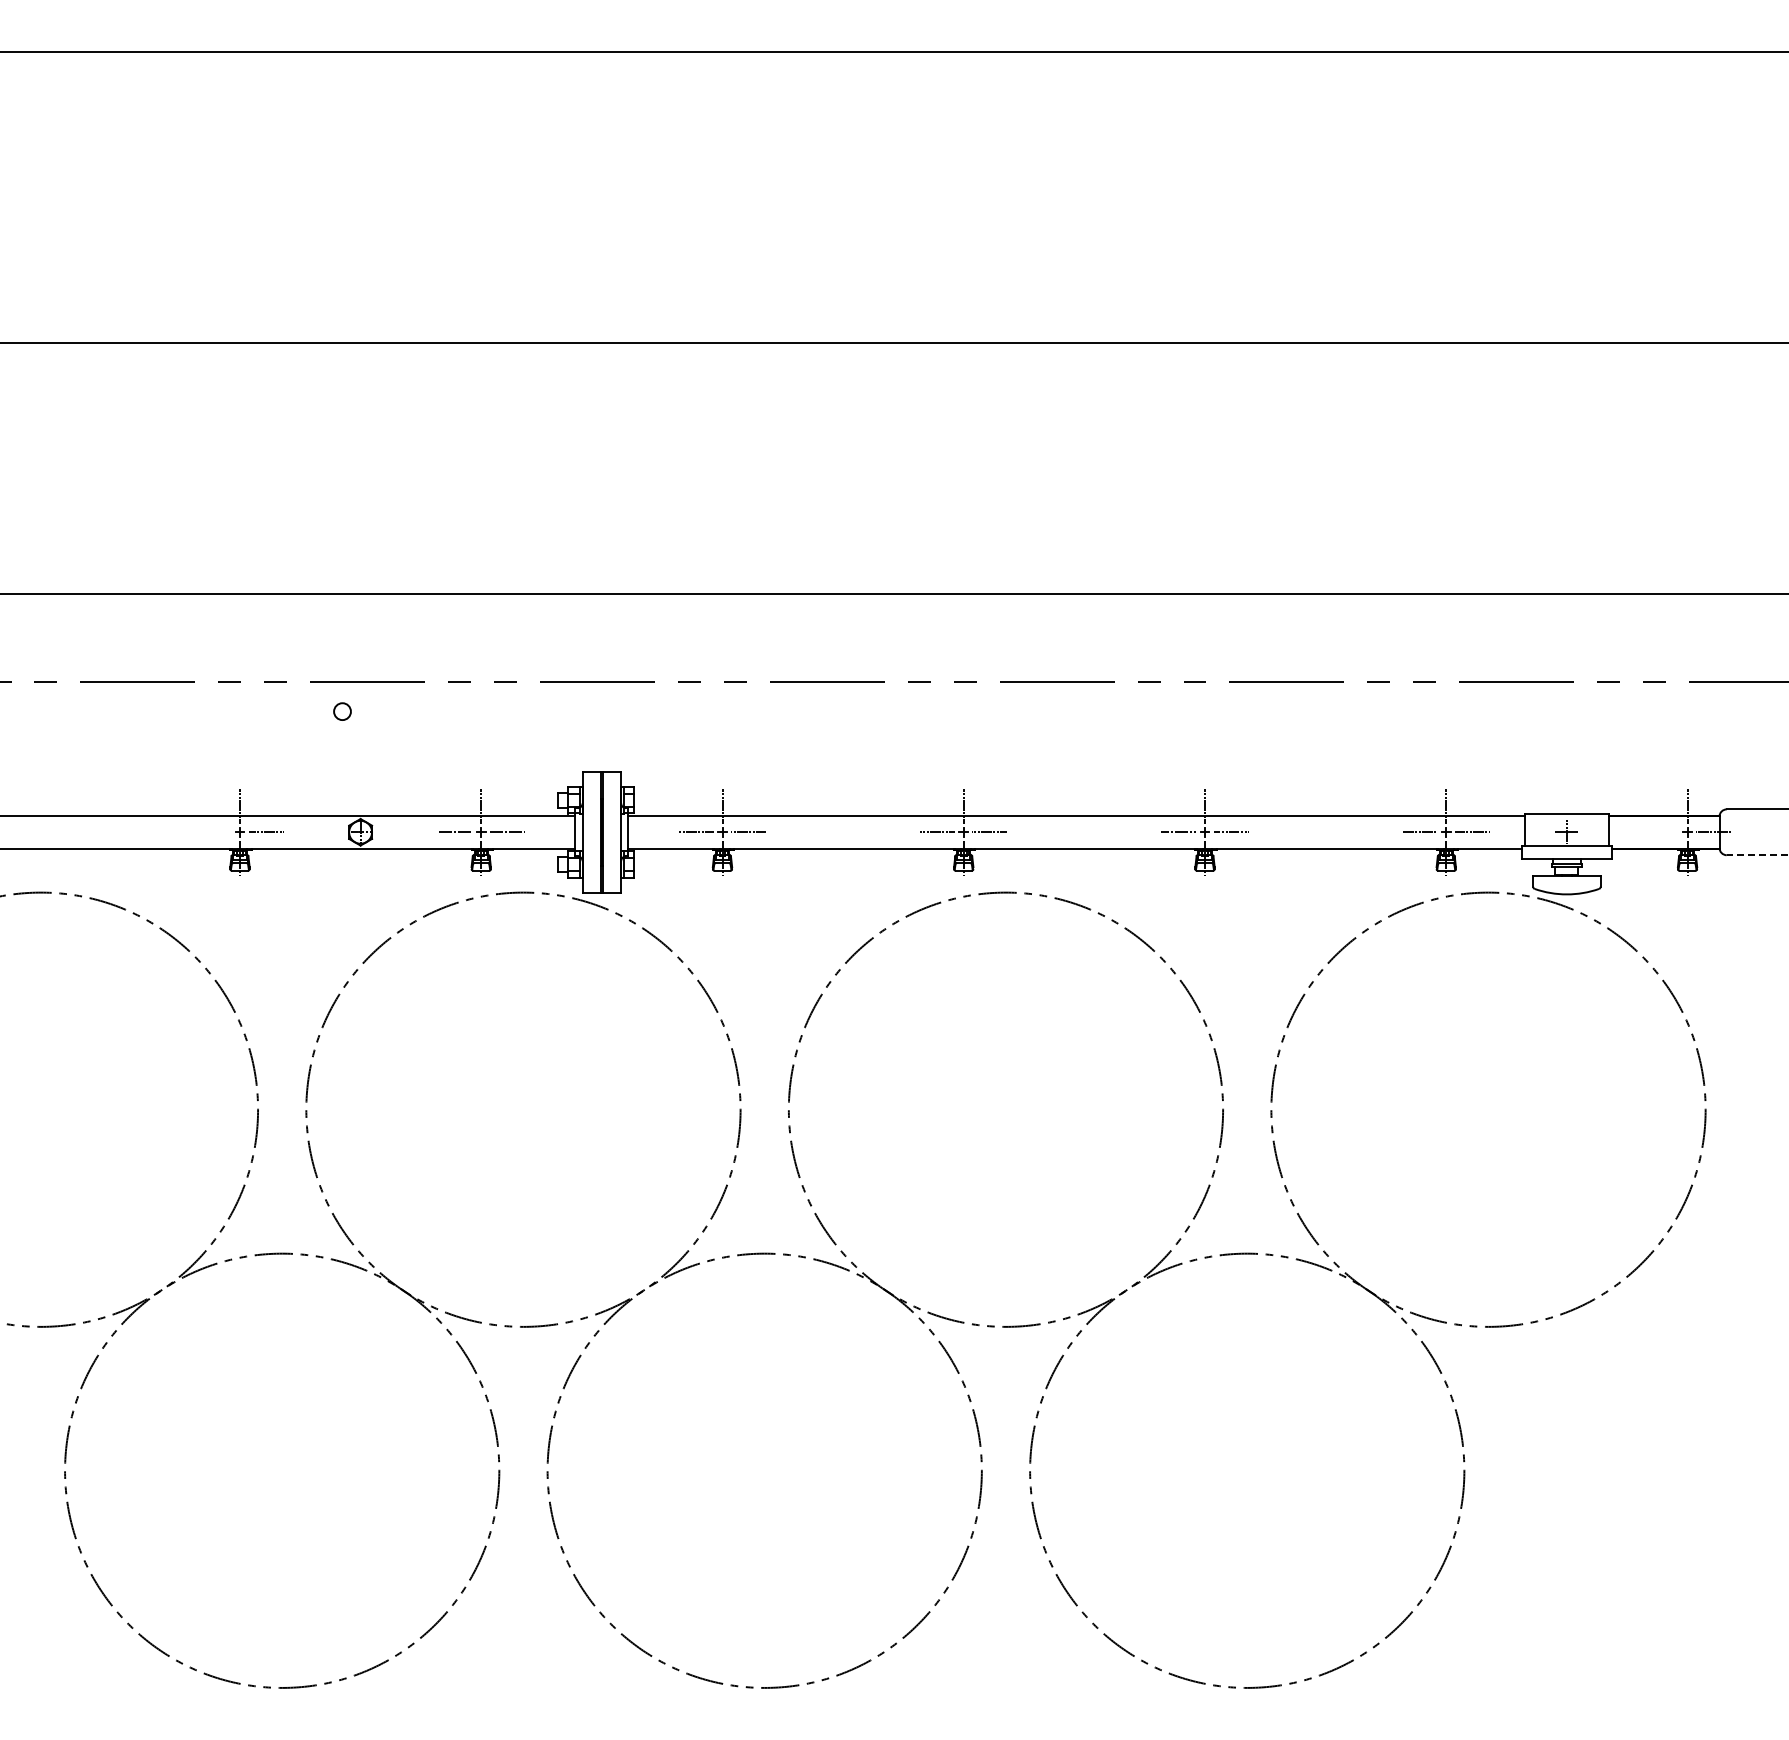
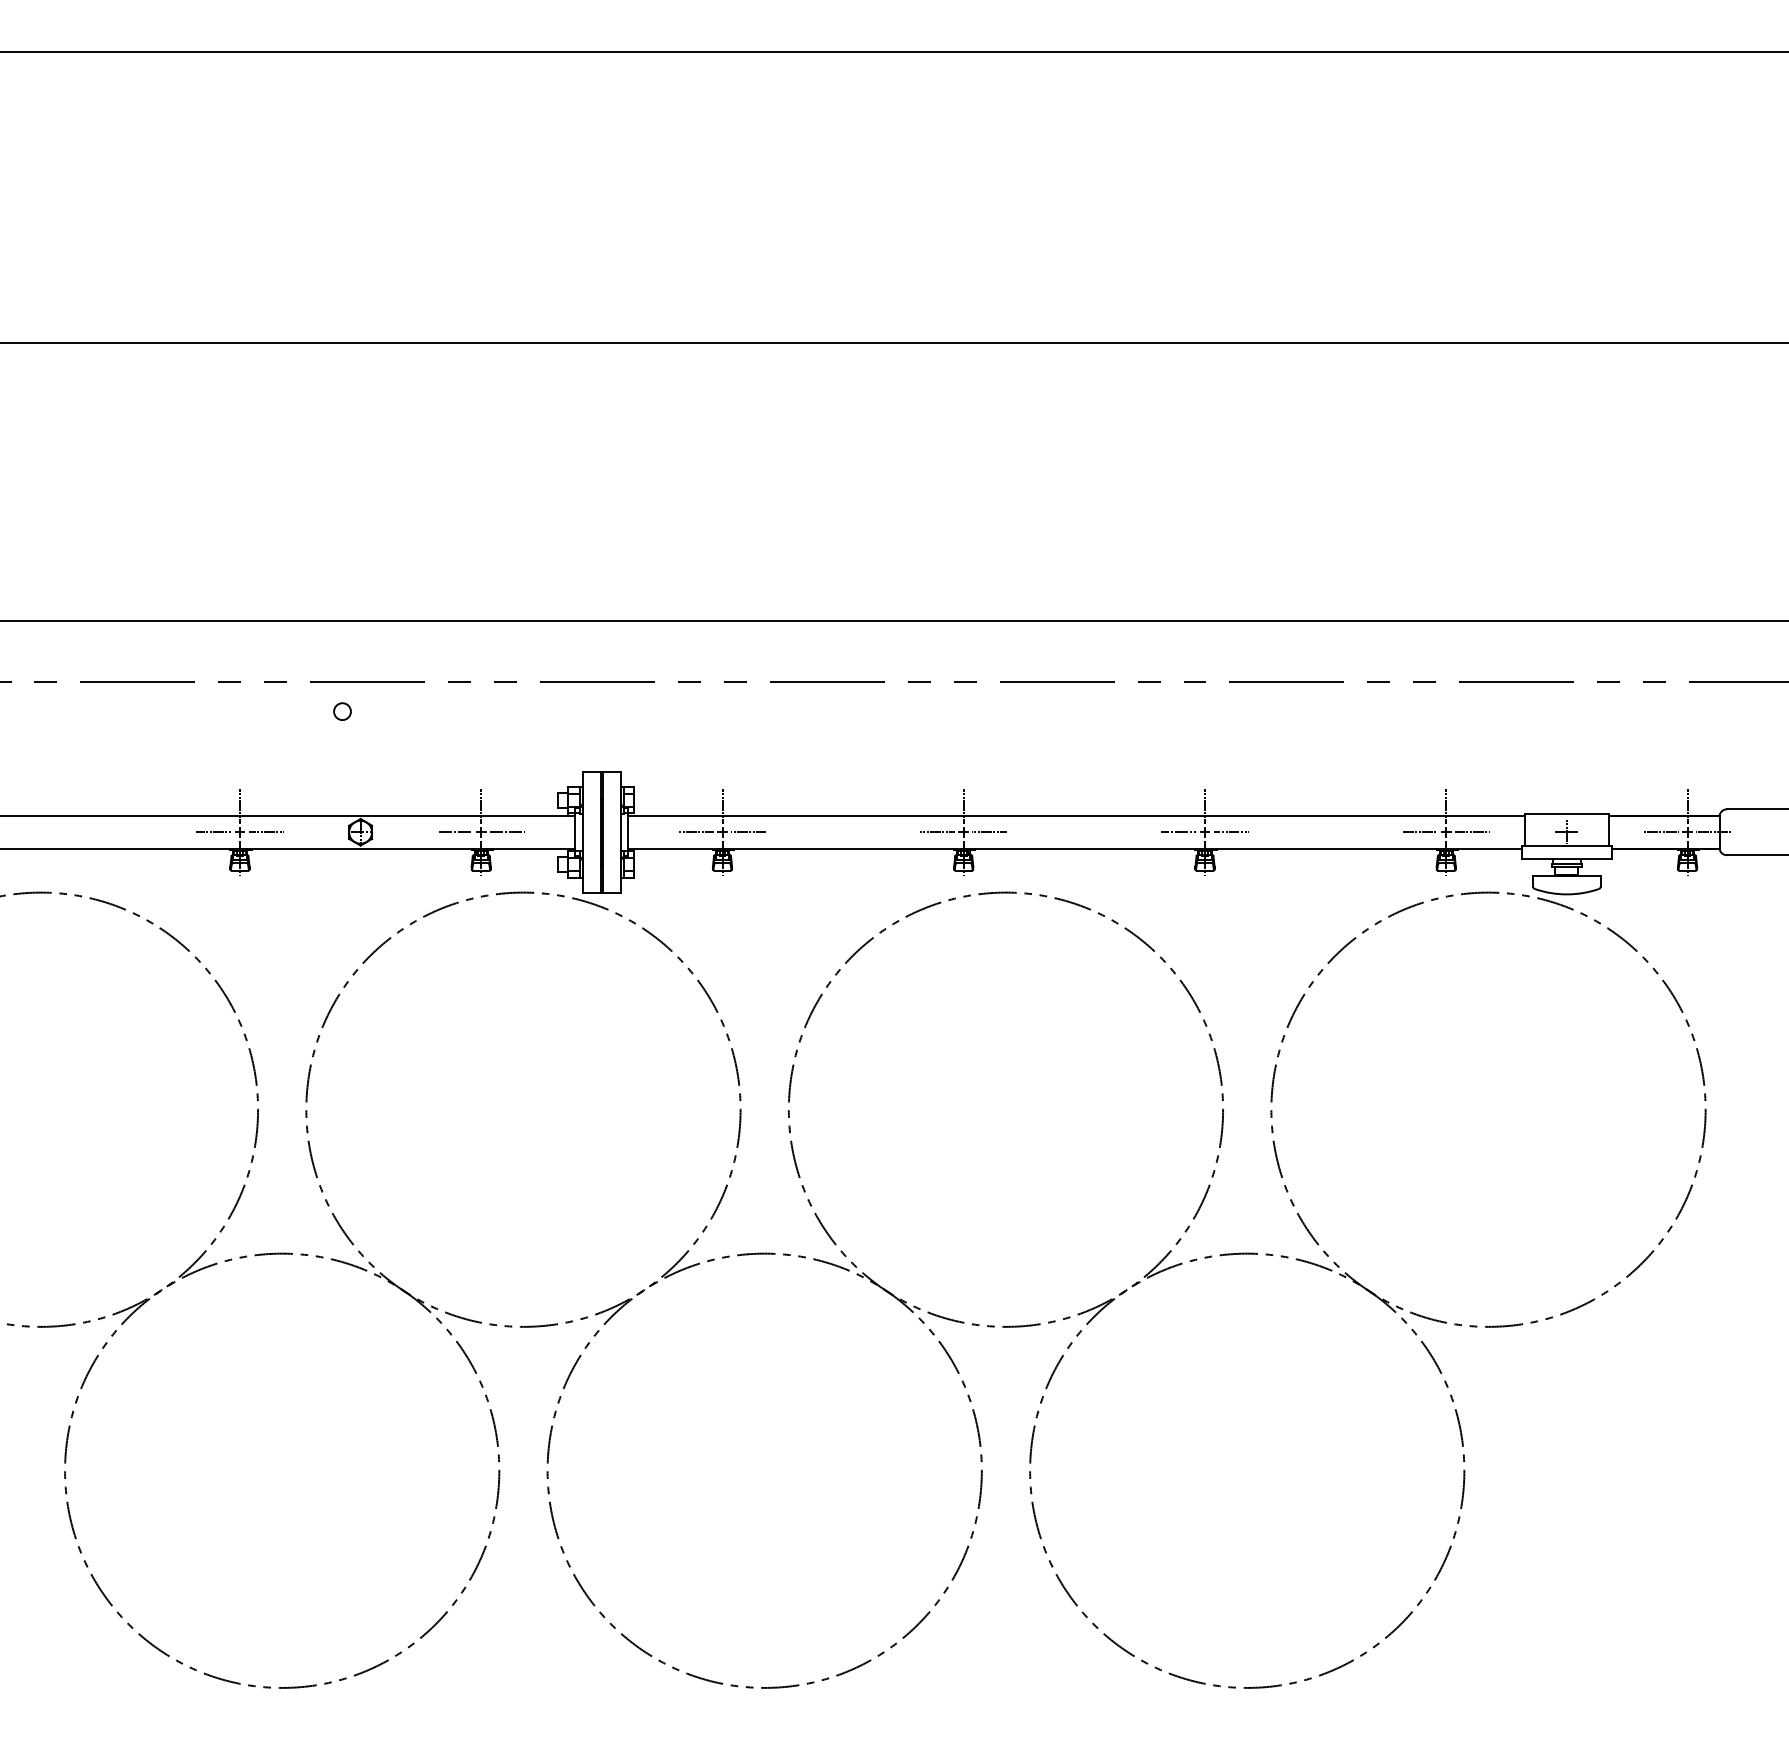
line at (893, 594) position: (893, 594) -> (893, 621)
line at (213, 832): none -> present
line at (1660, 832): none -> present
line at (1757, 855): dashed -> solid
